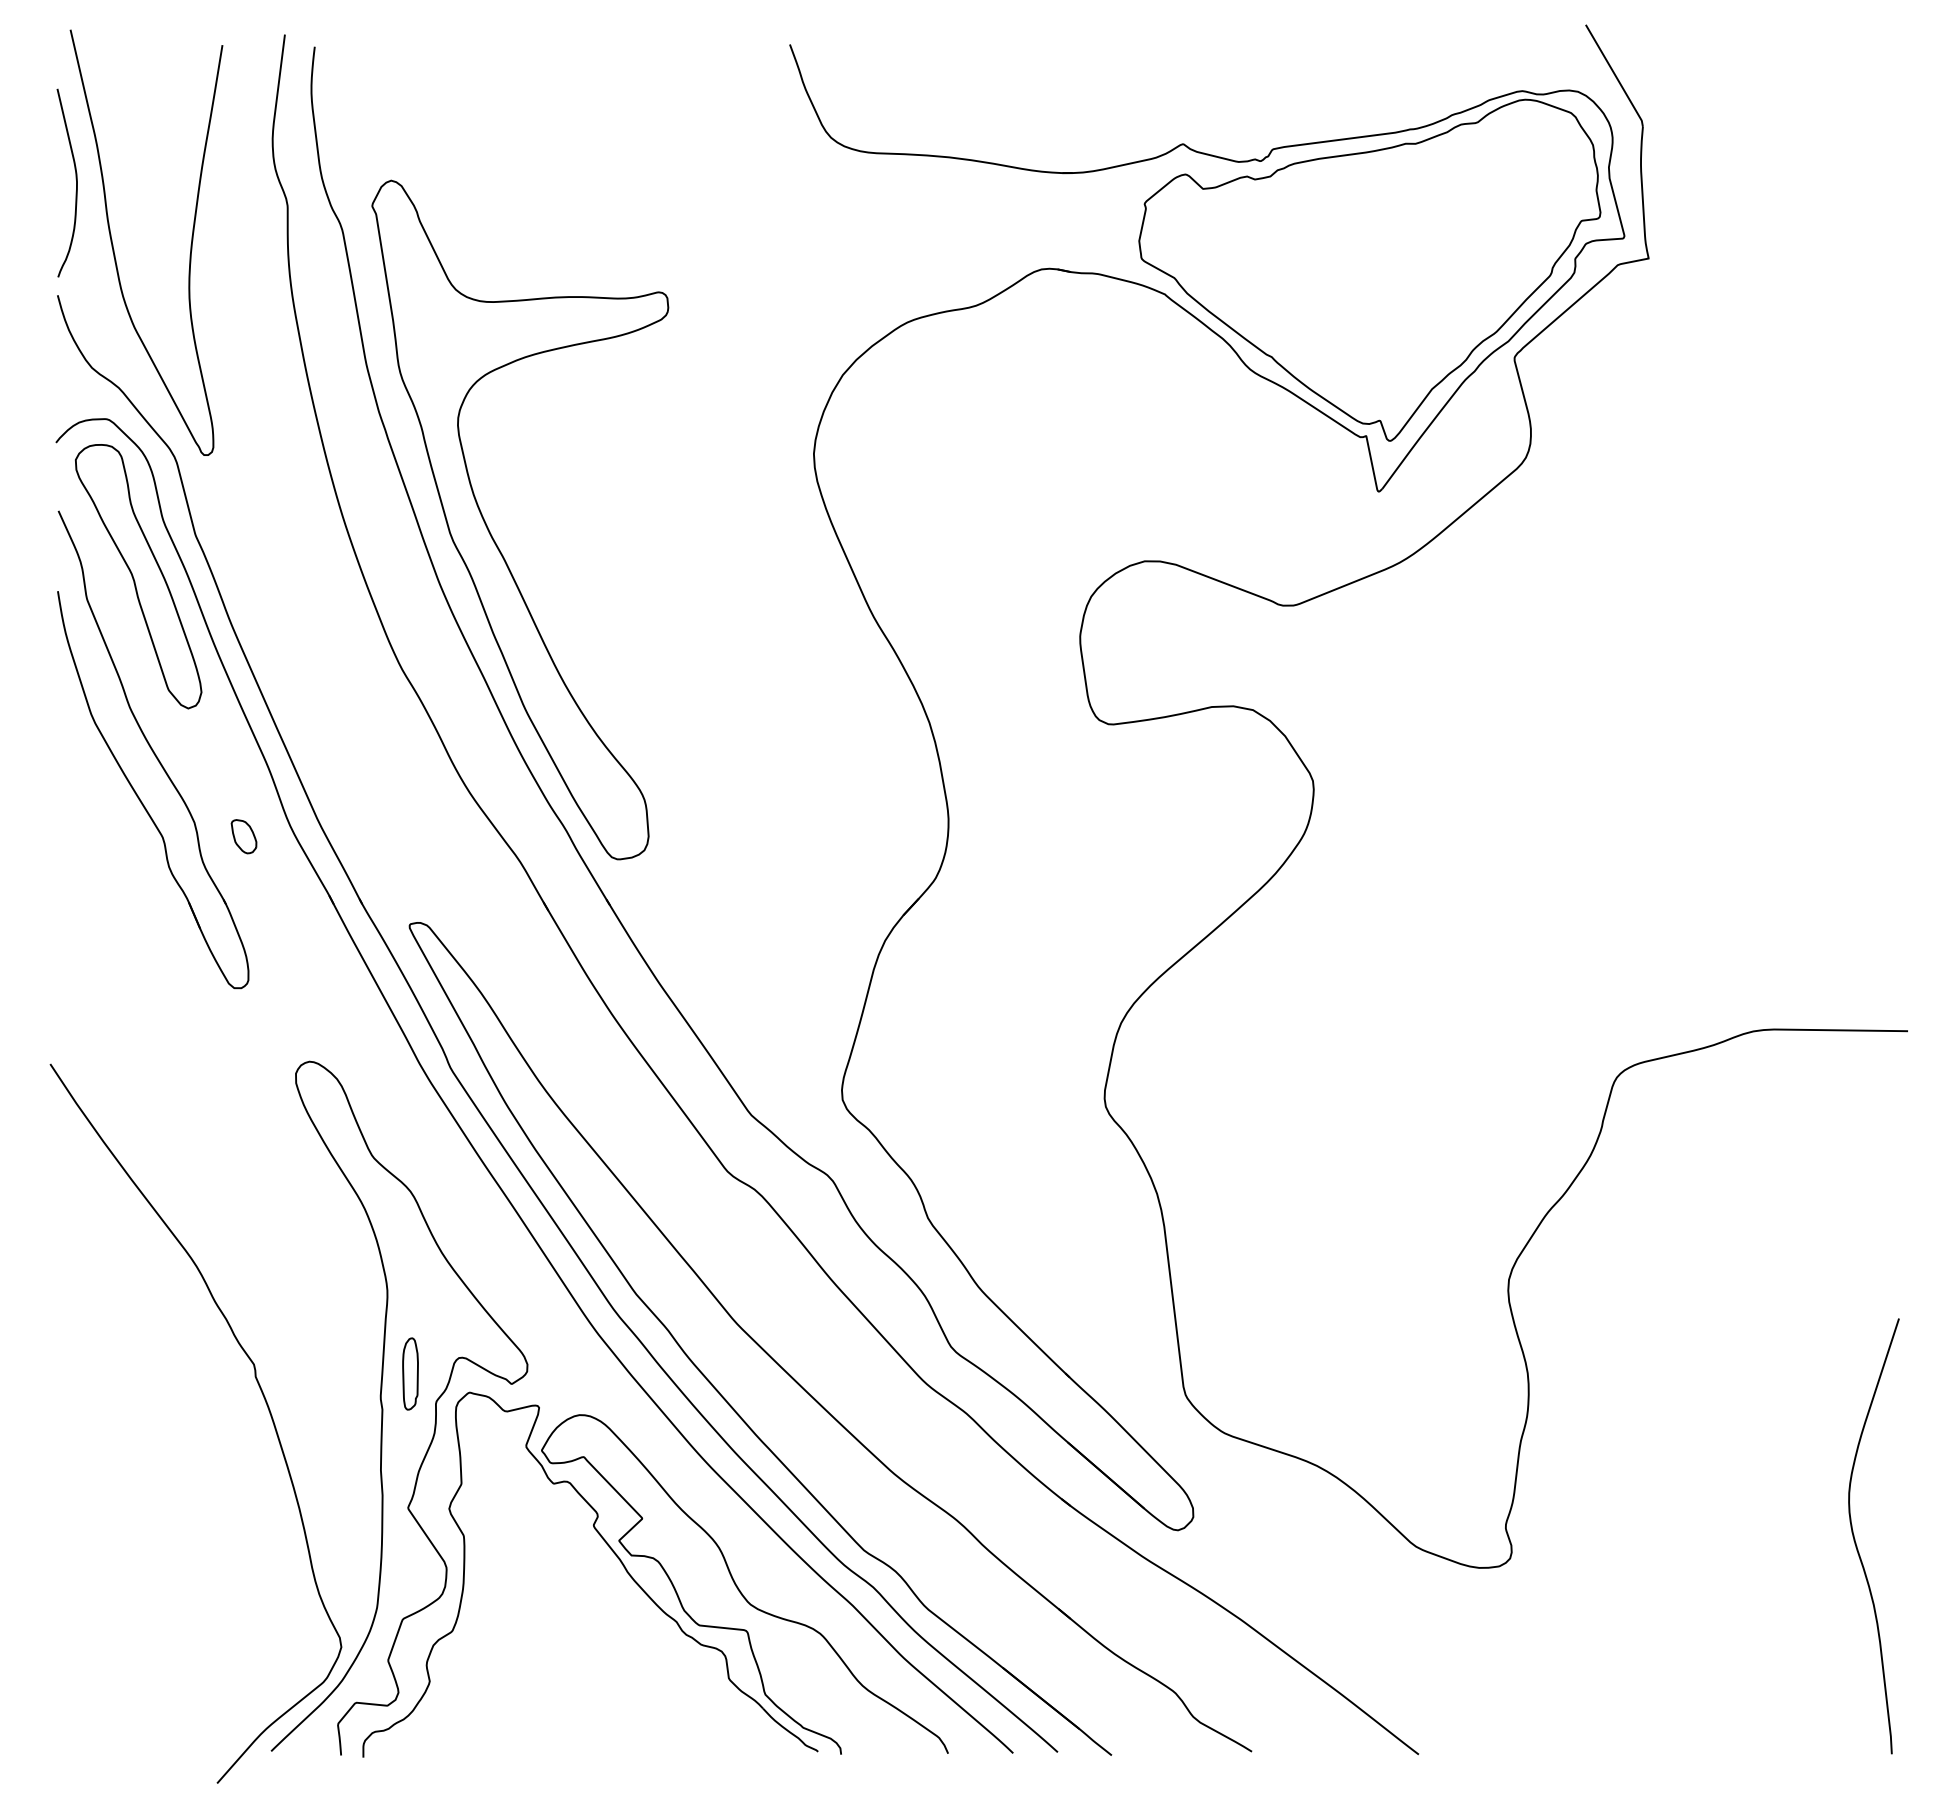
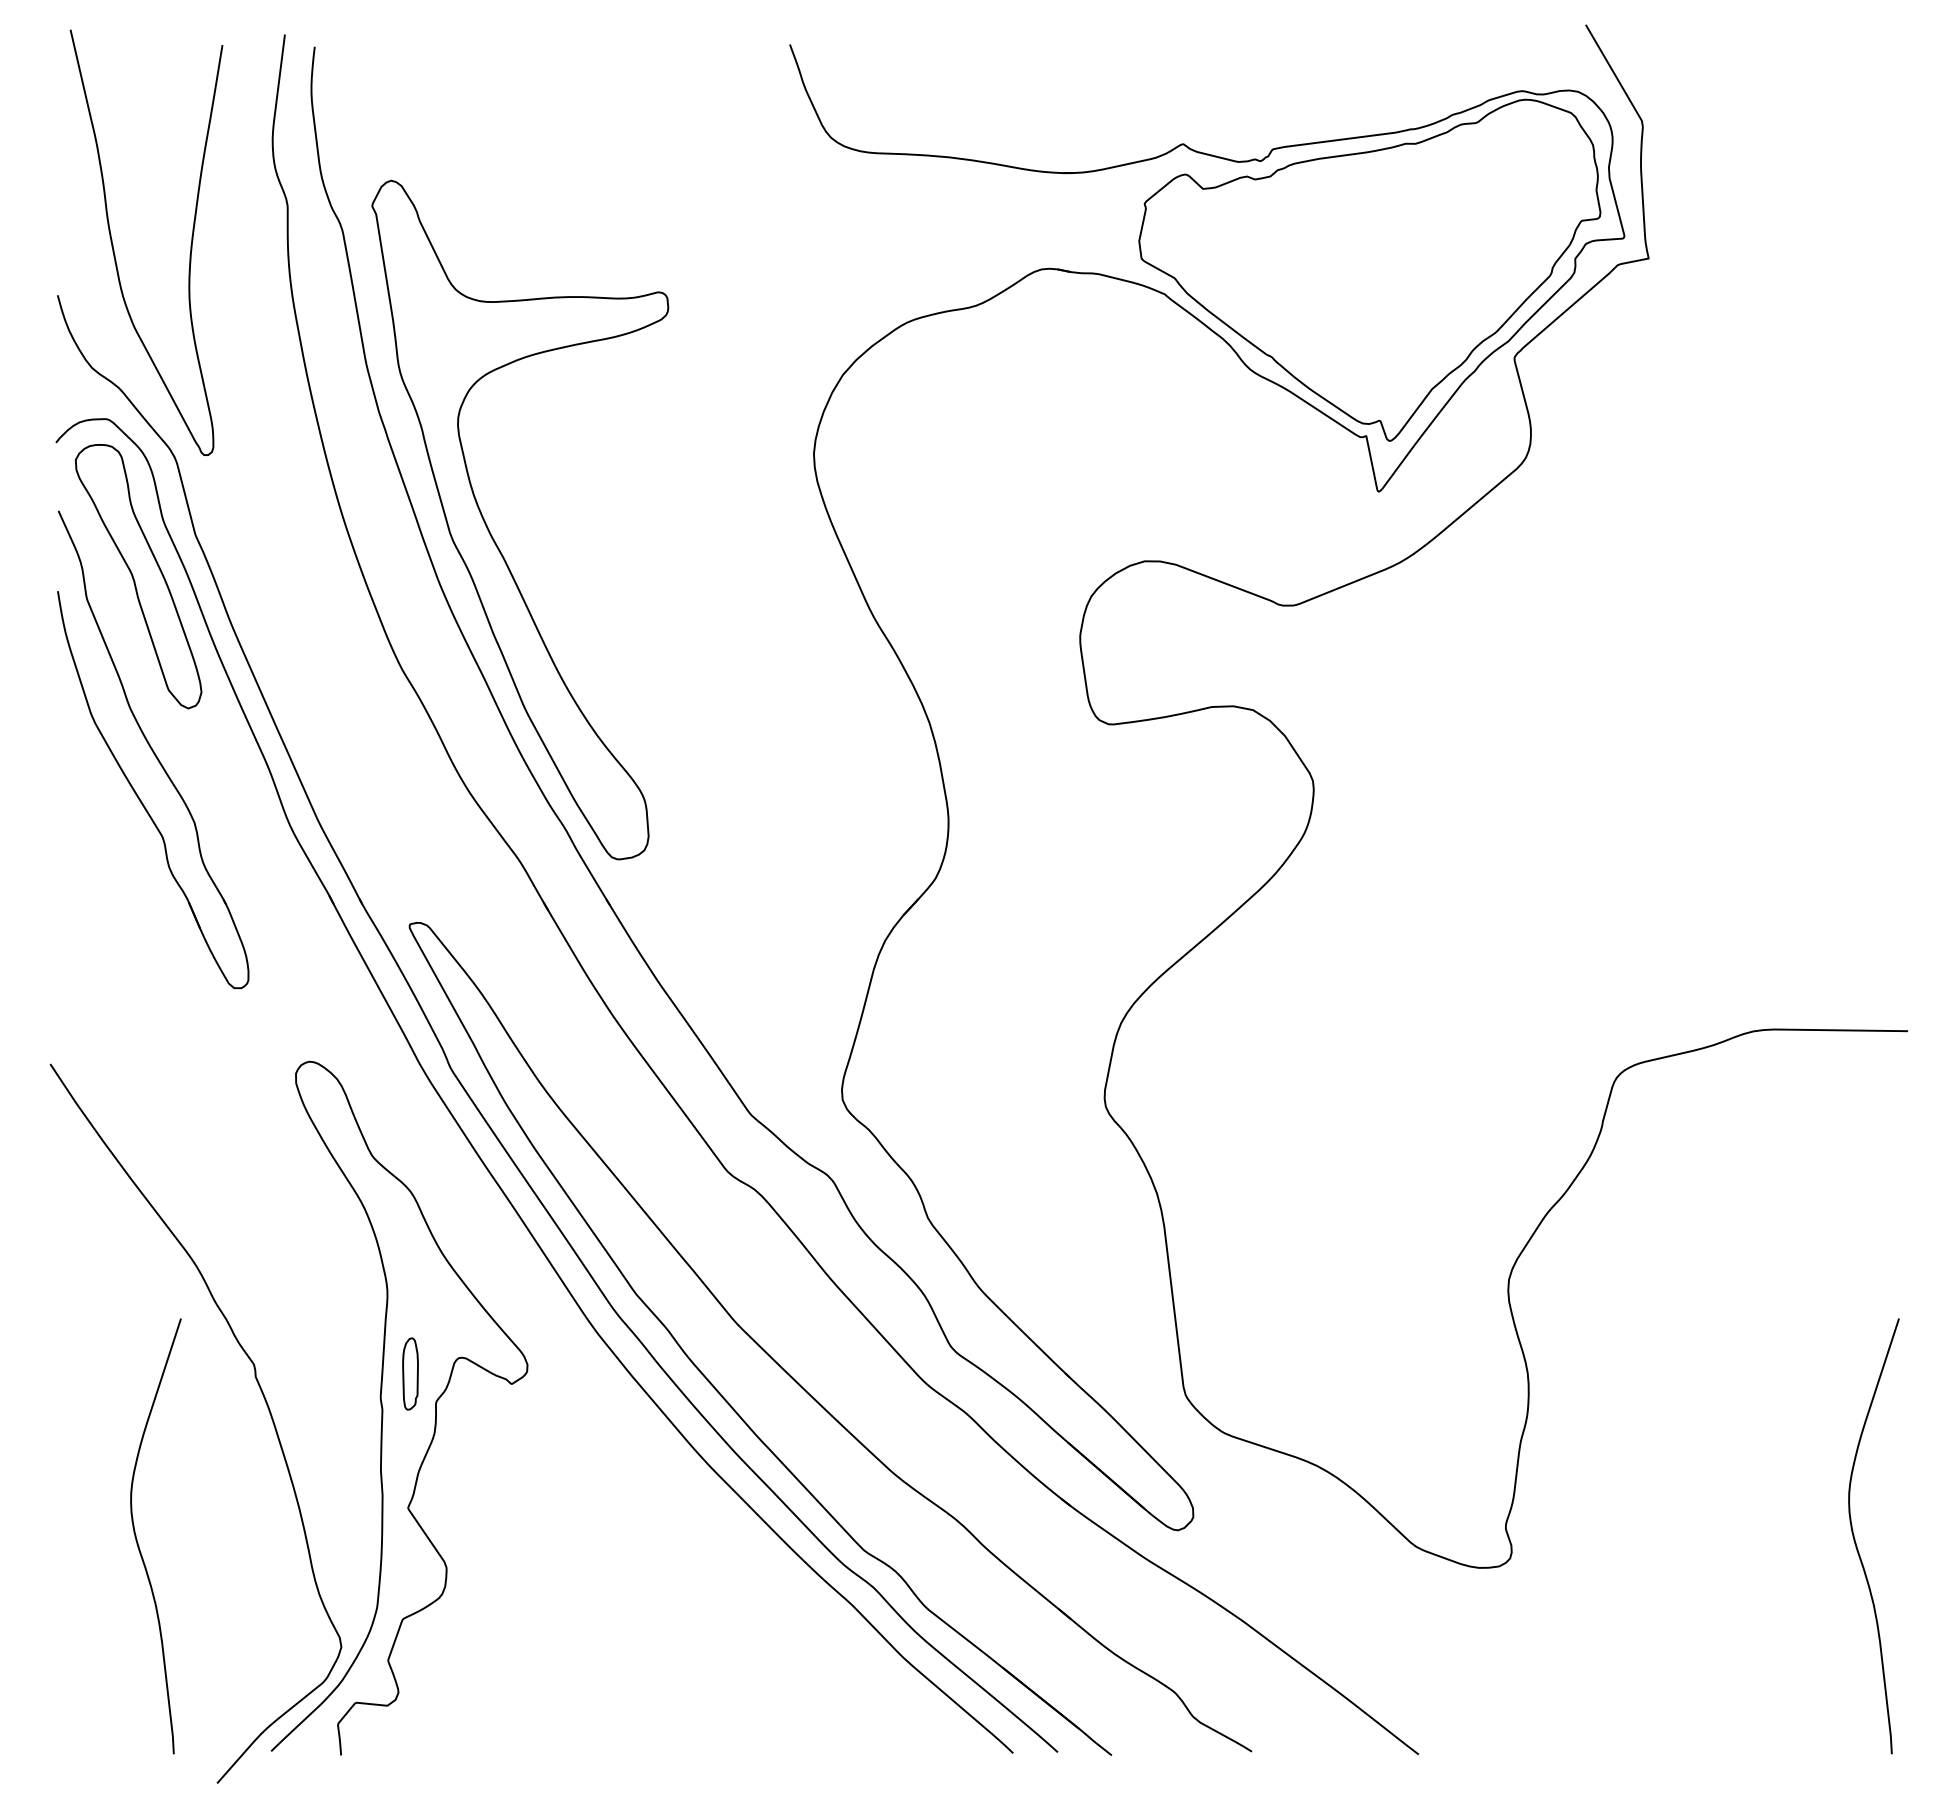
curve at (75, 179): present -> none
part at (243, 836): present -> none
curve at (138, 1542): none -> present
part at (662, 1569): present -> none
